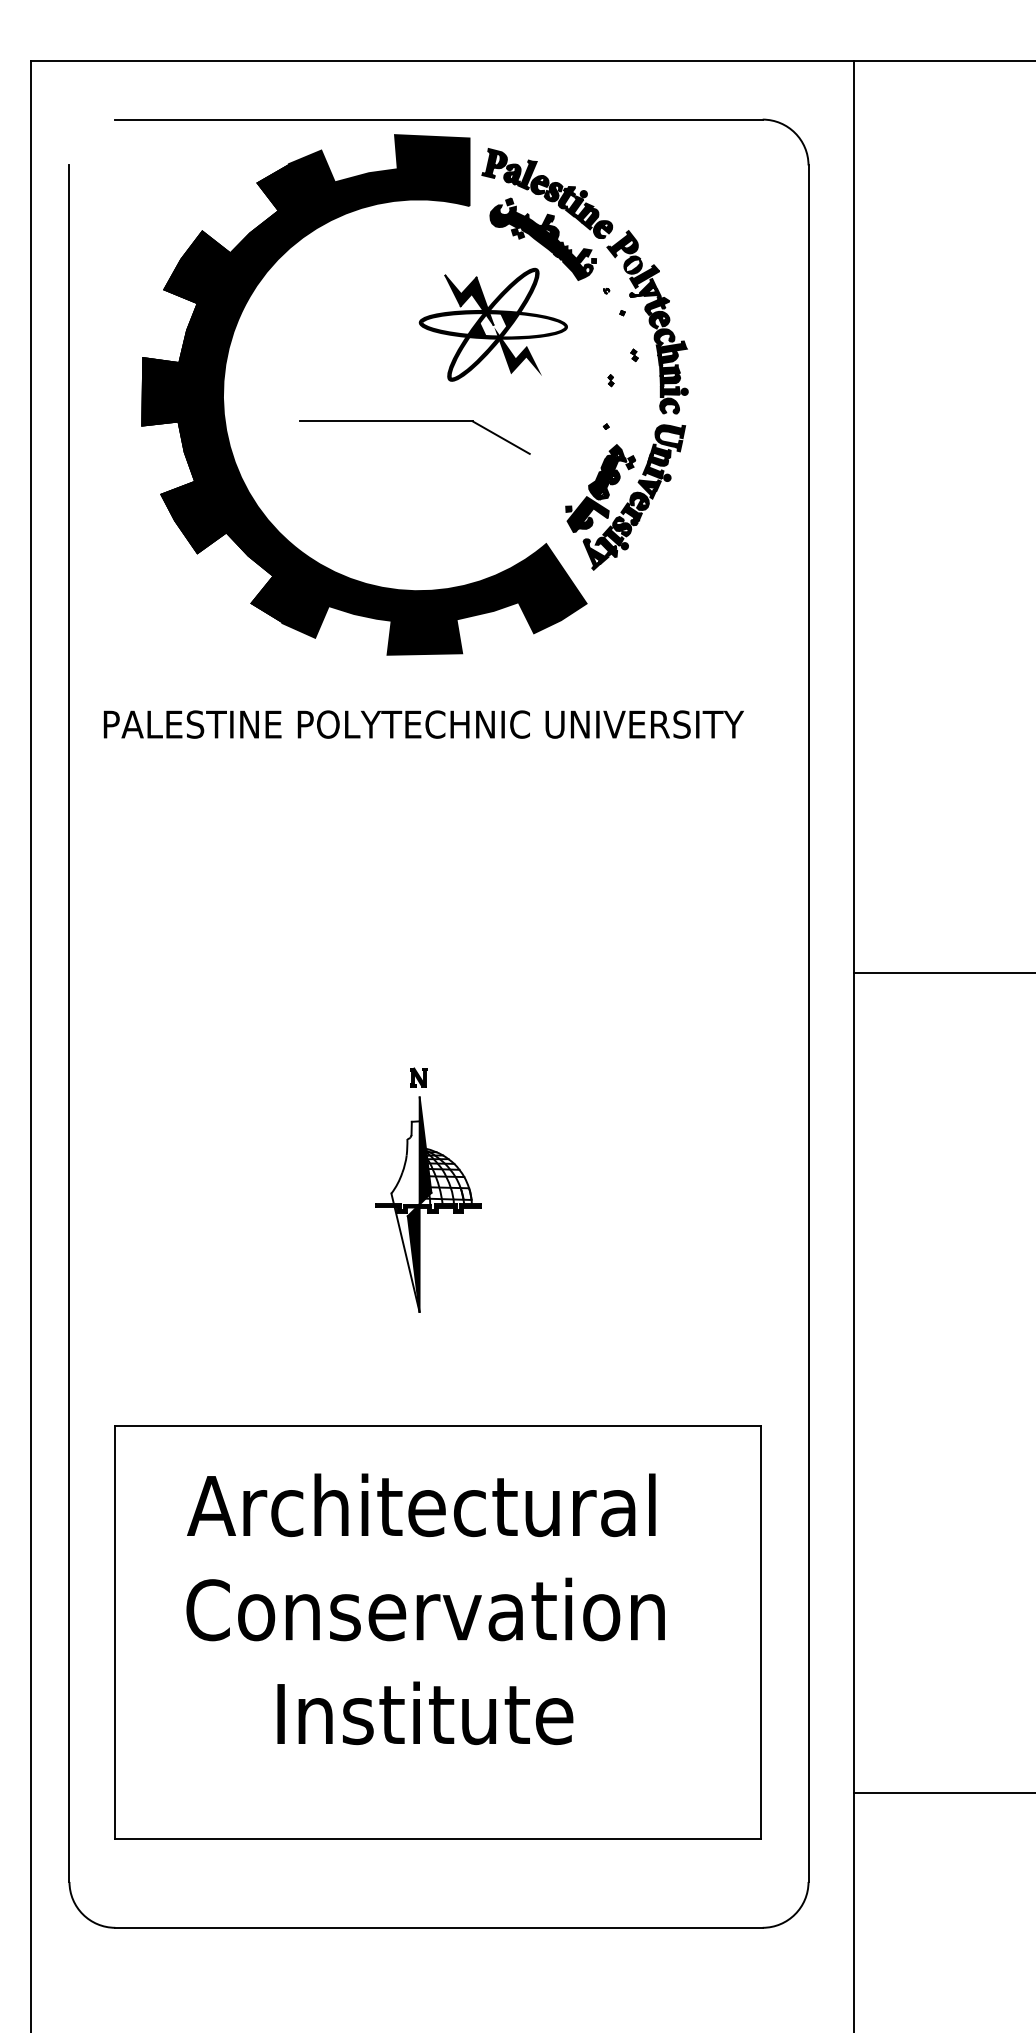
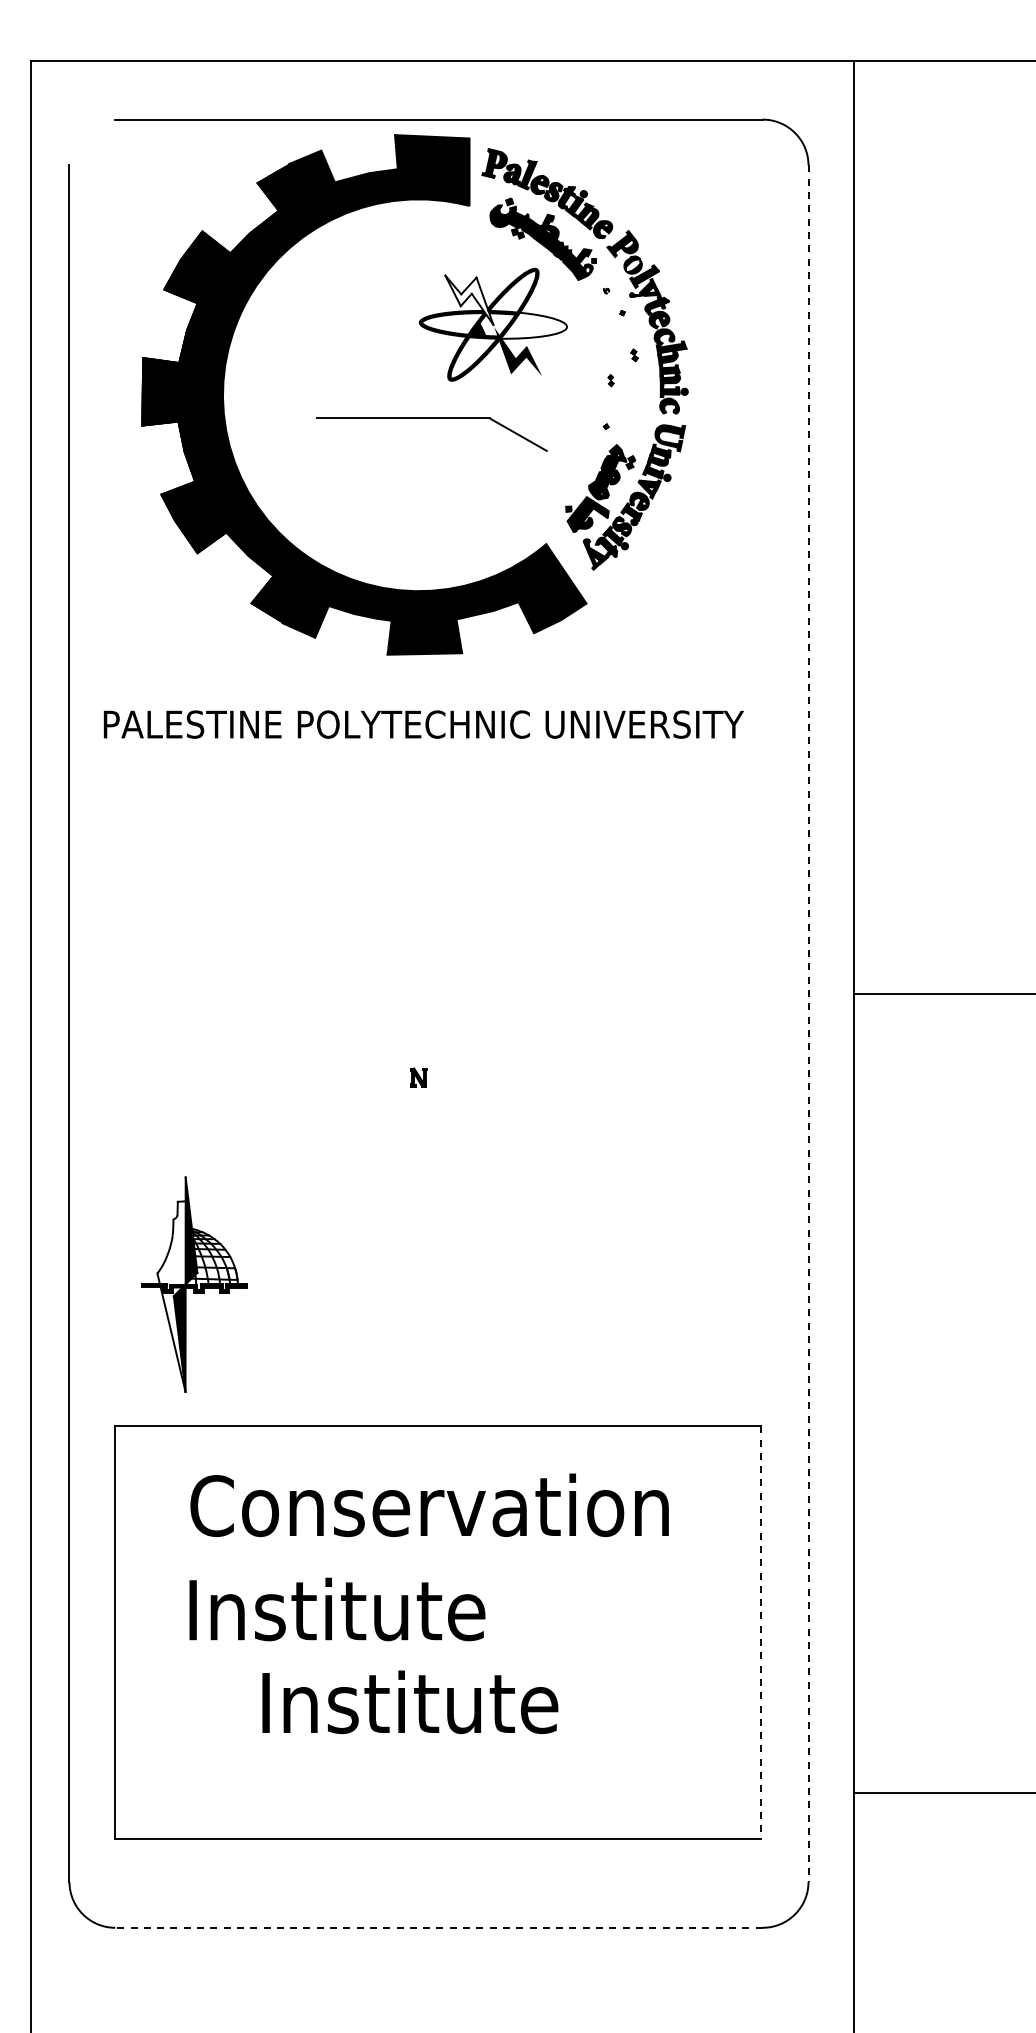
fill at (469, 299): present -> none
fill at (530, 324): present -> none
part at (414, 421) position: (414, 421) -> (431, 418)
line at (943, 973) position: (943, 973) -> (943, 994)
line at (808, 1024): solid -> dashed
part at (428, 1204) position: (428, 1204) -> (194, 1284)
text at (427, 1505): Architectural -> Conservation
text at (425, 1609): Conservation -> Institute
line at (760, 1633): solid -> dashed
text at (425, 1713) position: (425, 1713) -> (410, 1702)
line at (439, 1927): solid -> dashed
